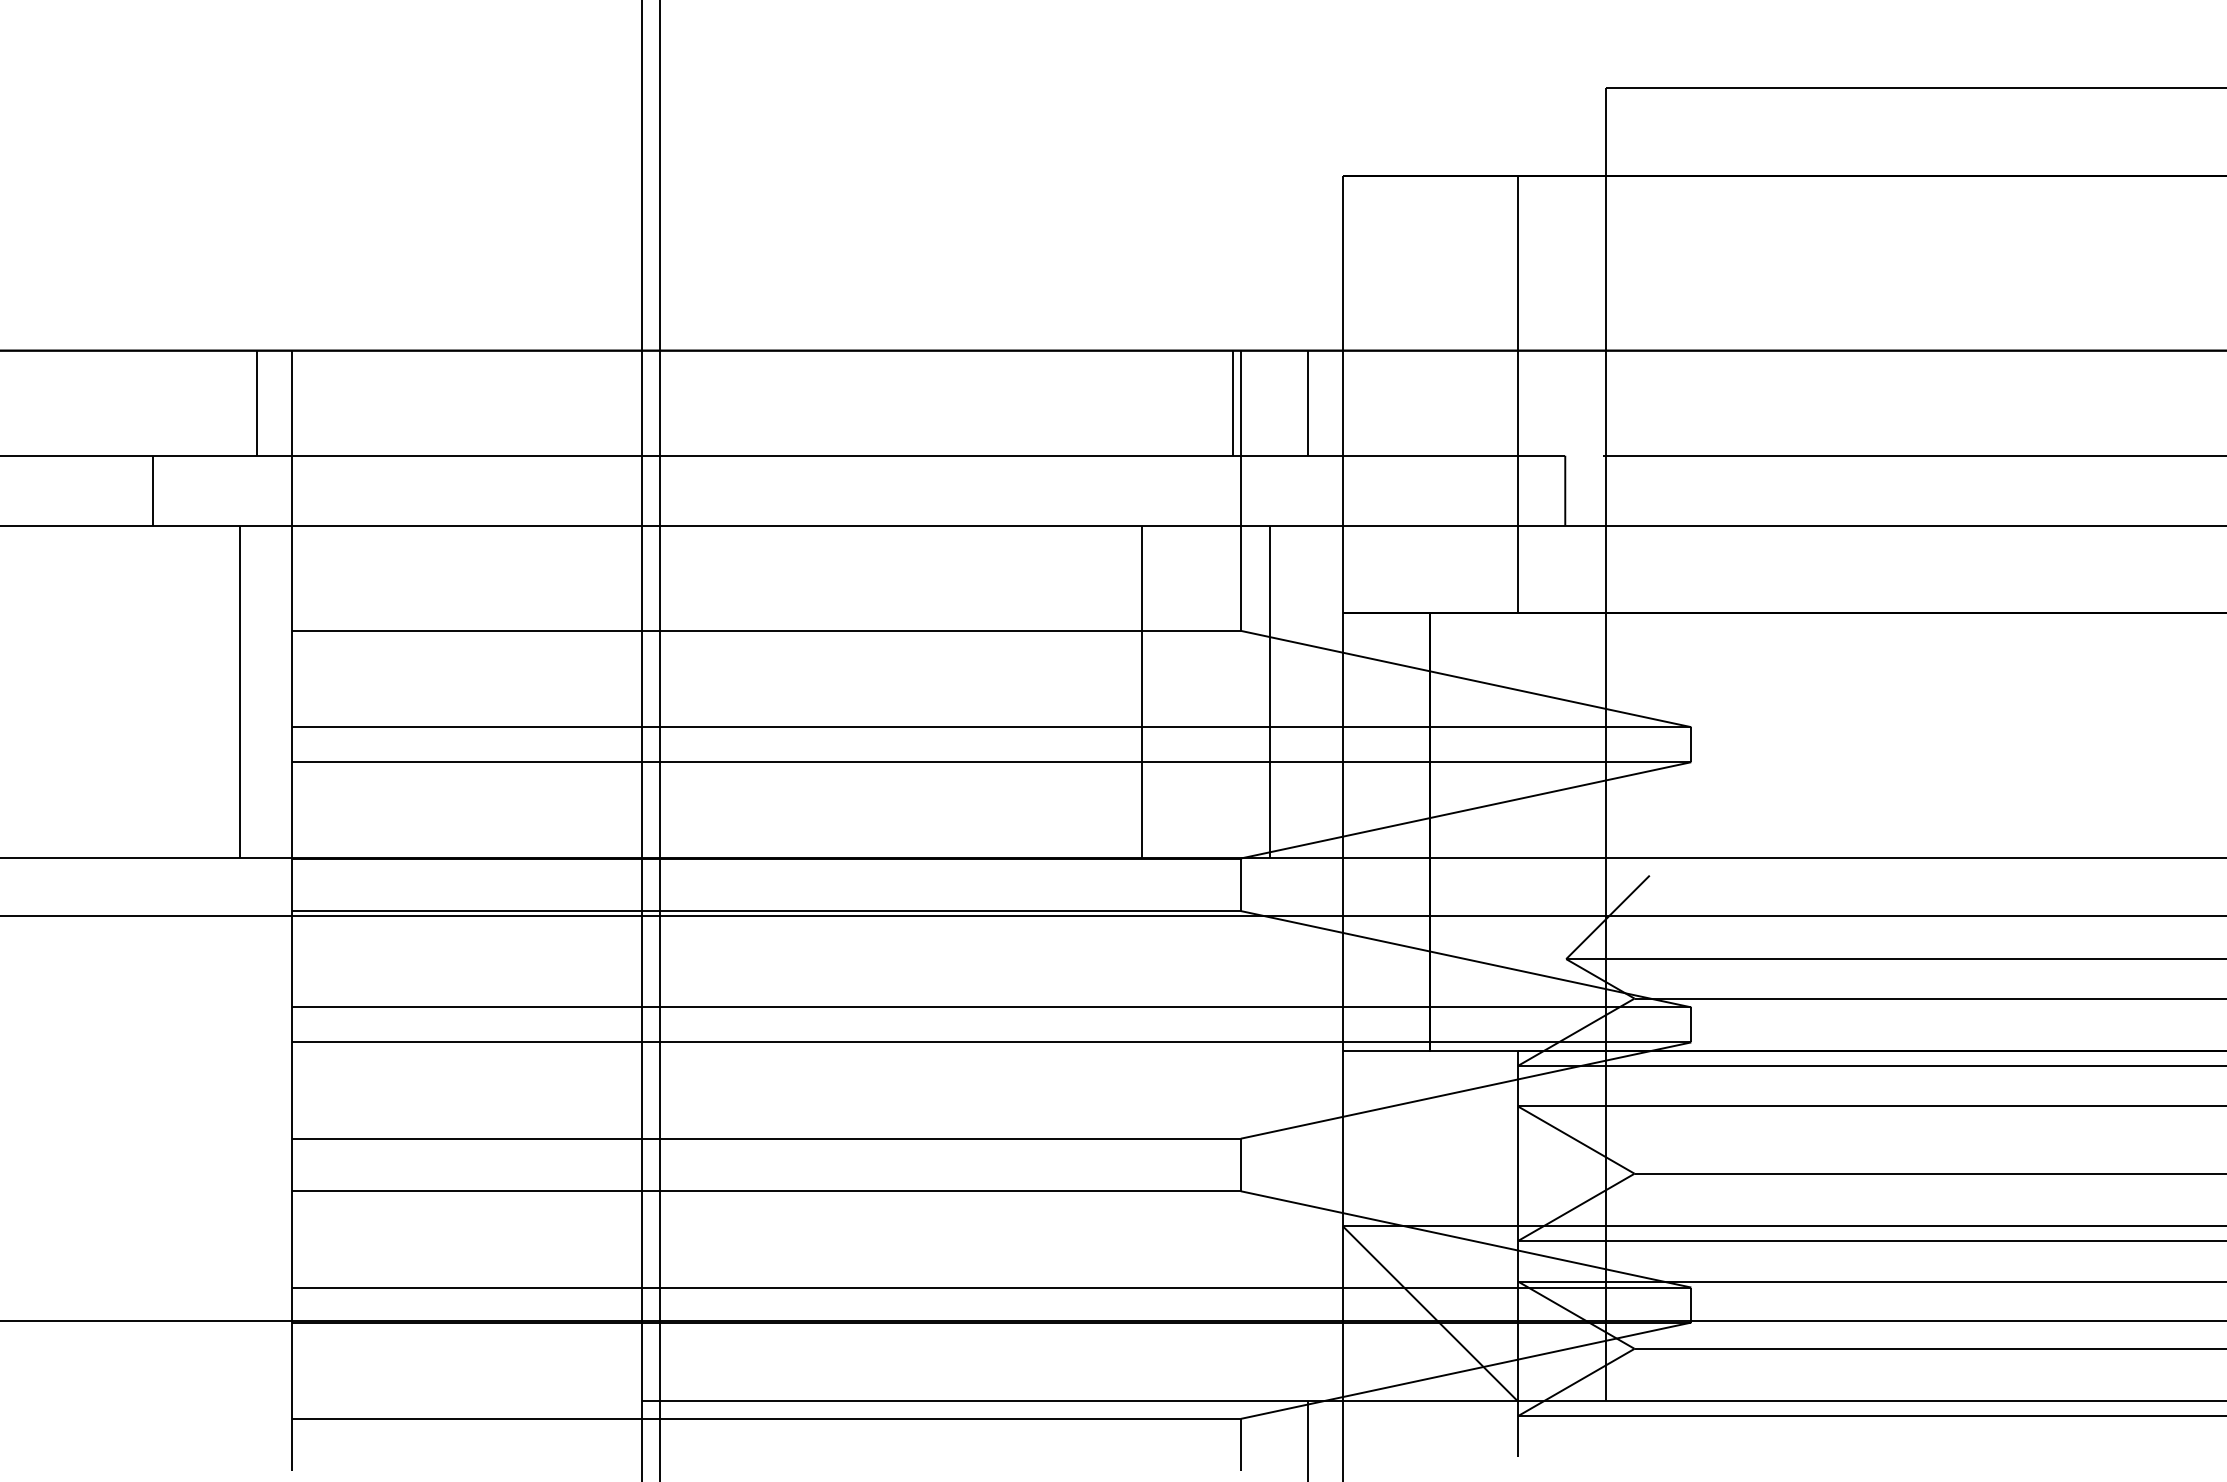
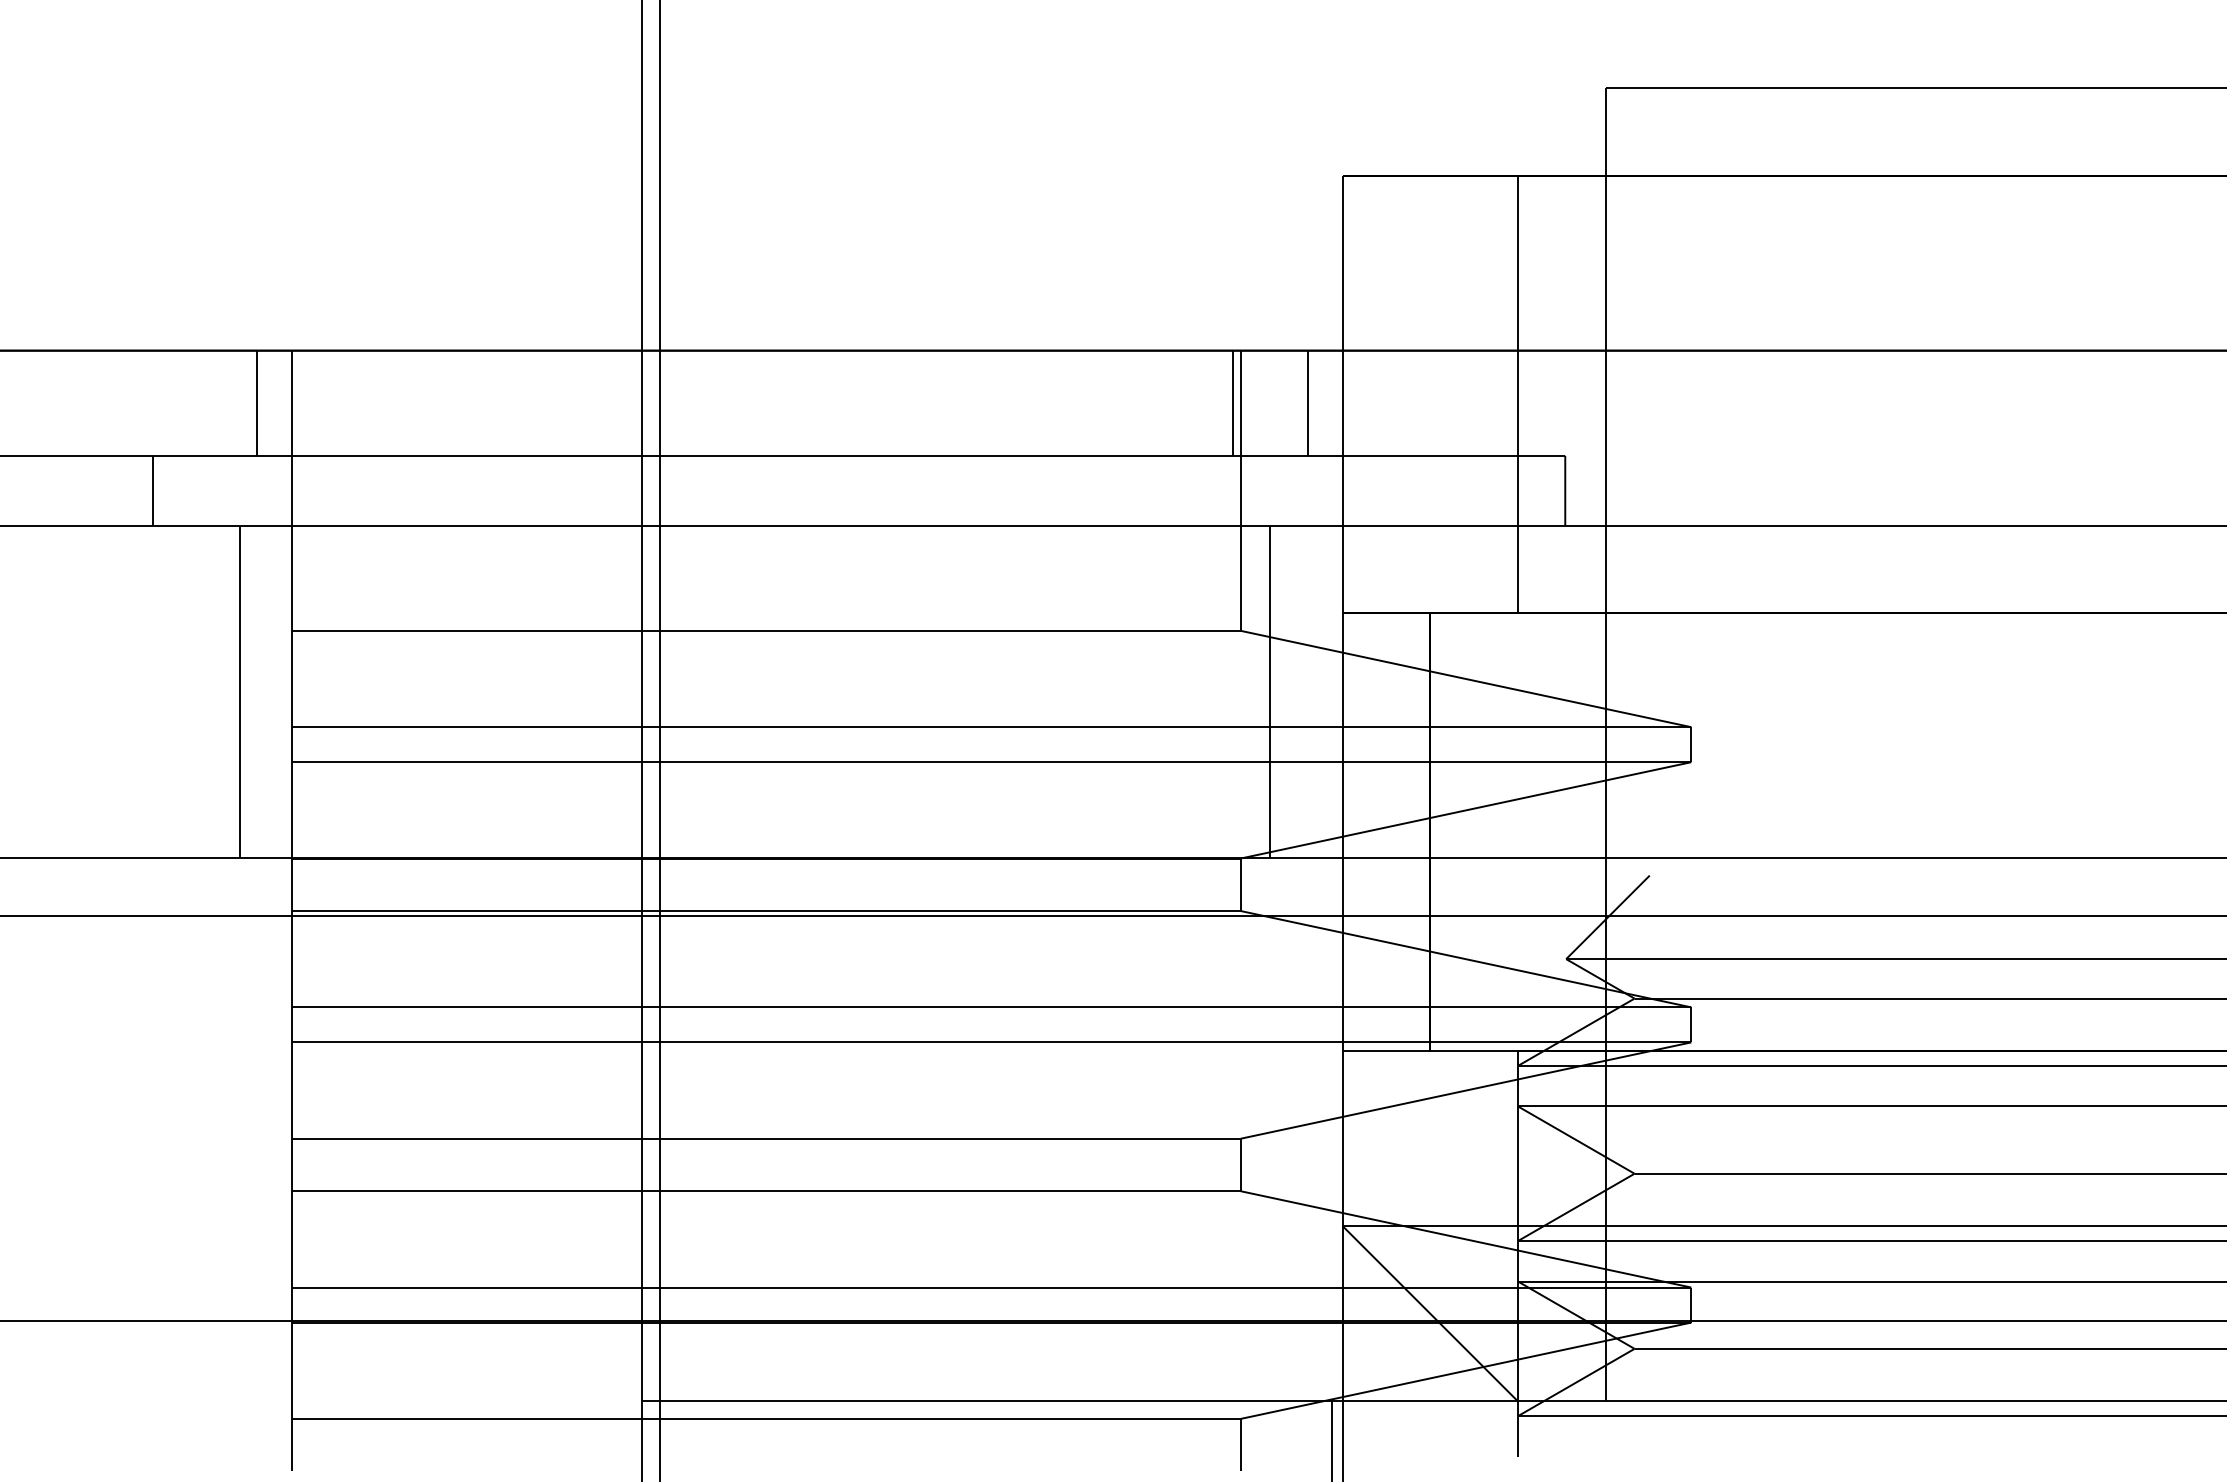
line at (1913, 455): present -> none
line at (1142, 691): present -> none
line at (1307, 1439) position: (1307, 1439) -> (1331, 1439)
